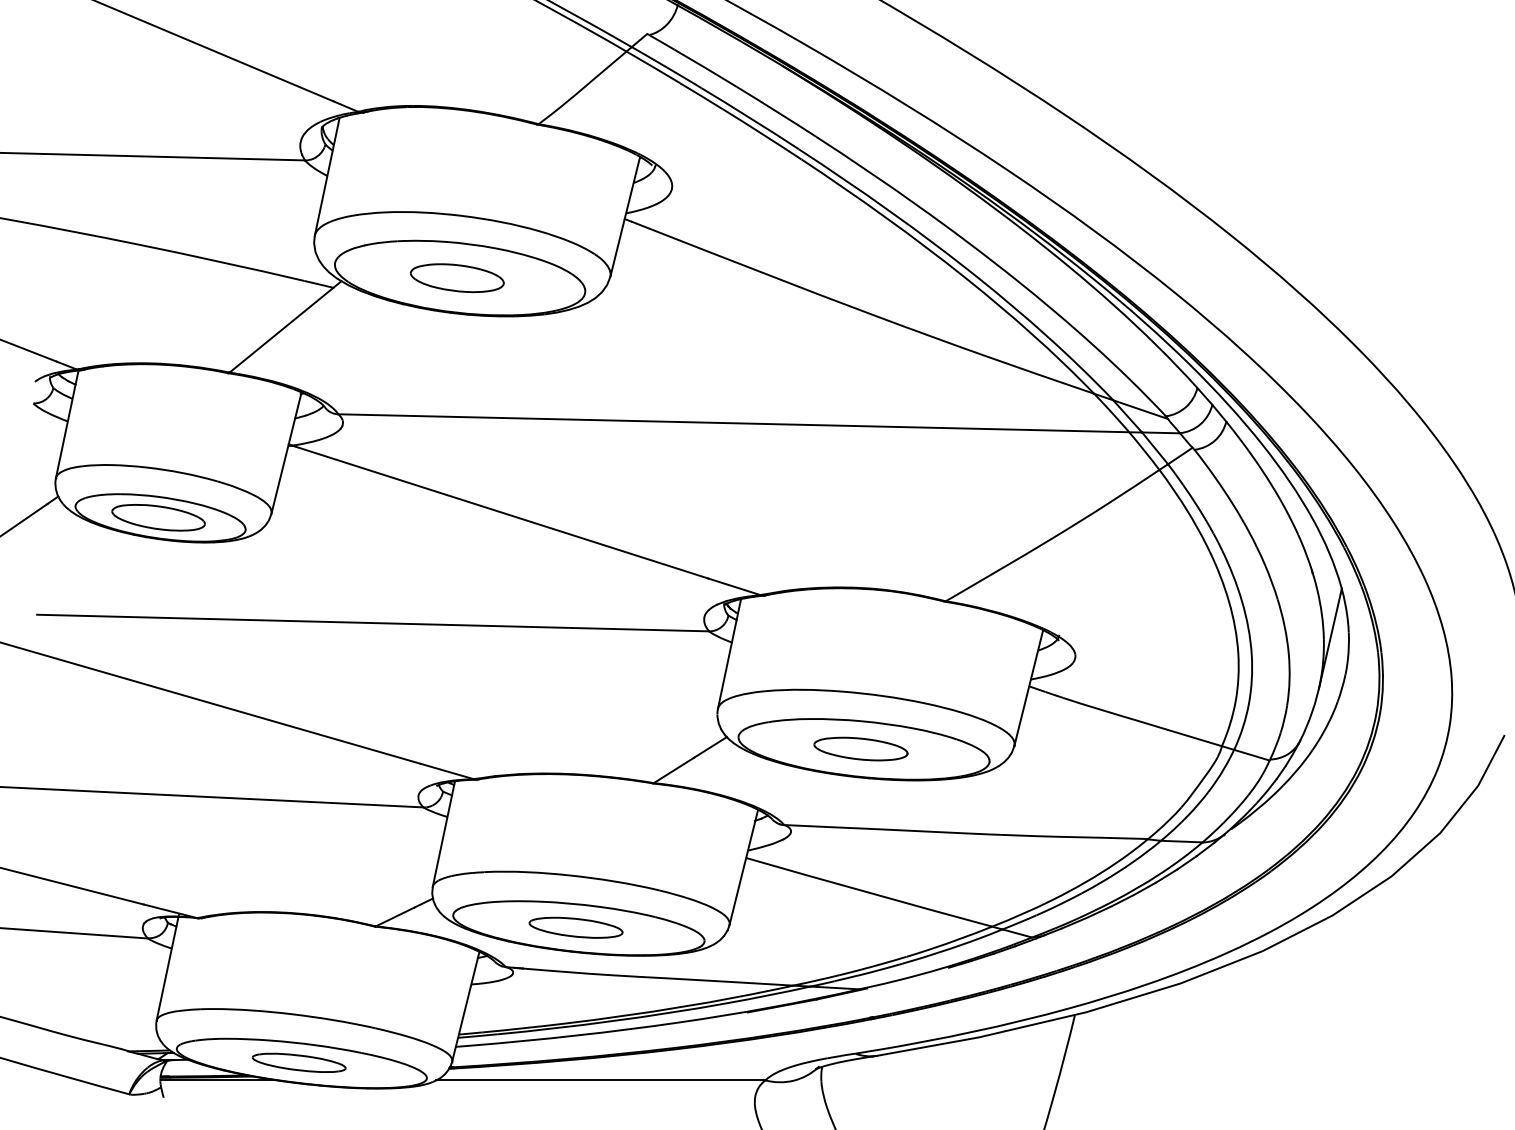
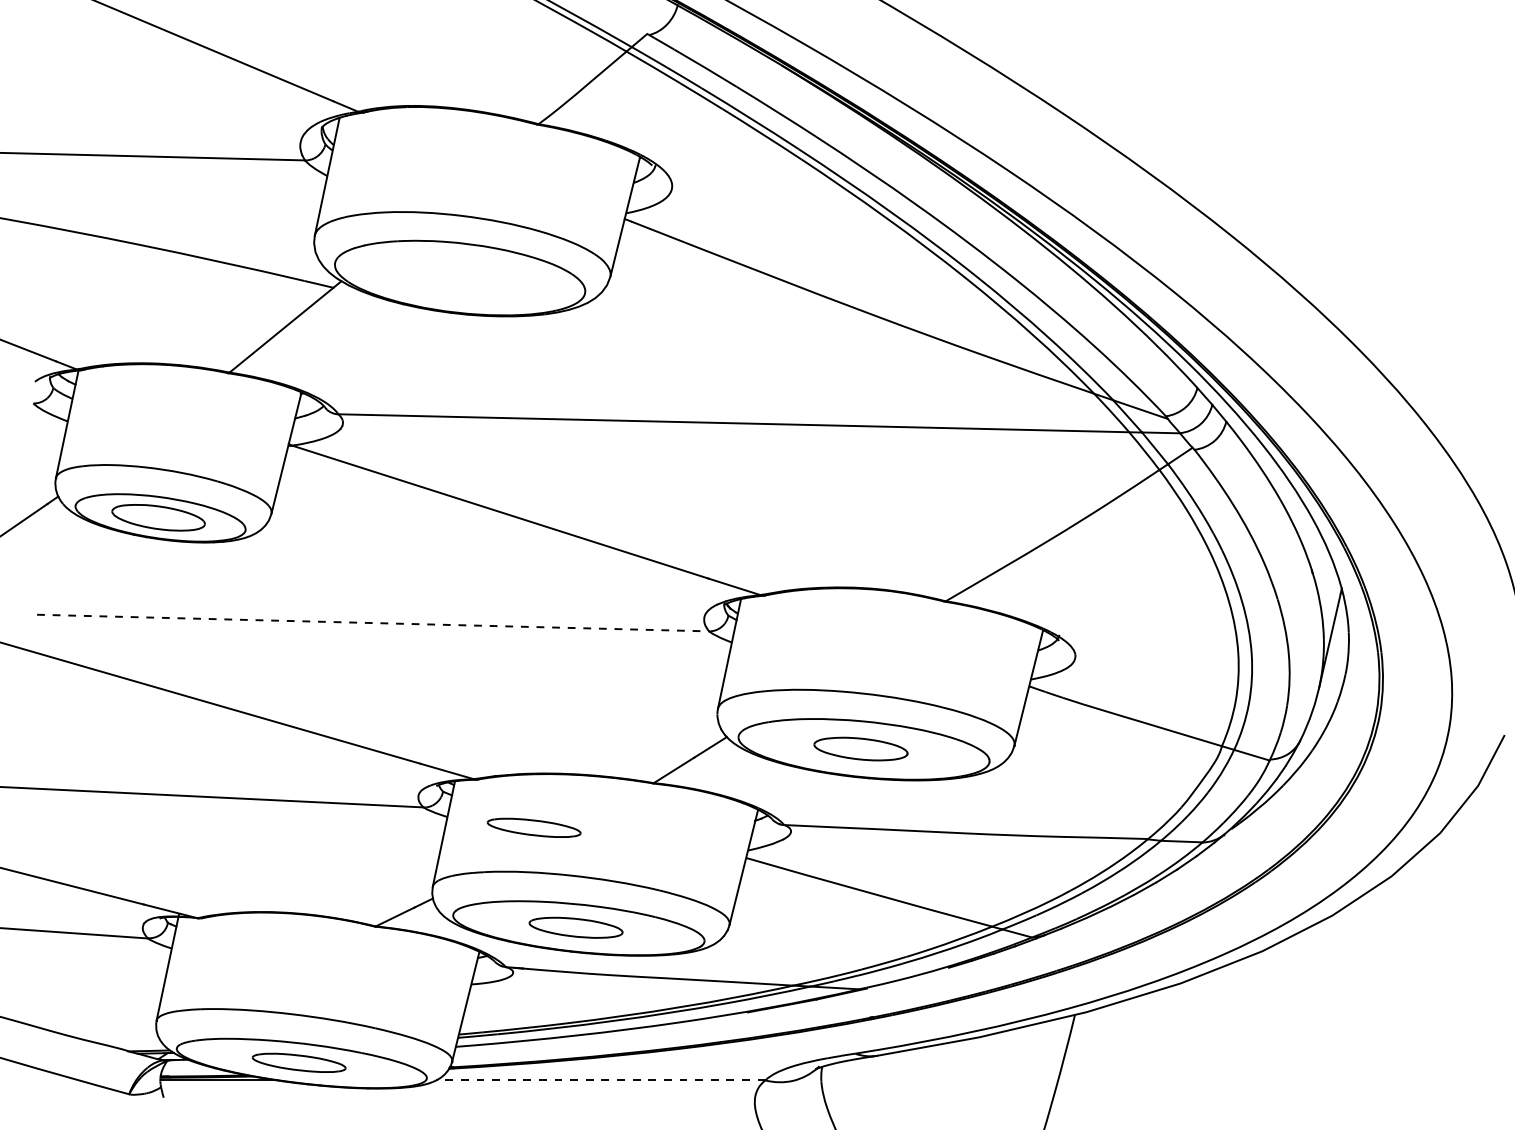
part at (456, 278): present -> none
line at (373, 623): solid -> dashed
part at (533, 827): none -> present
line at (600, 1080): solid -> dashed
